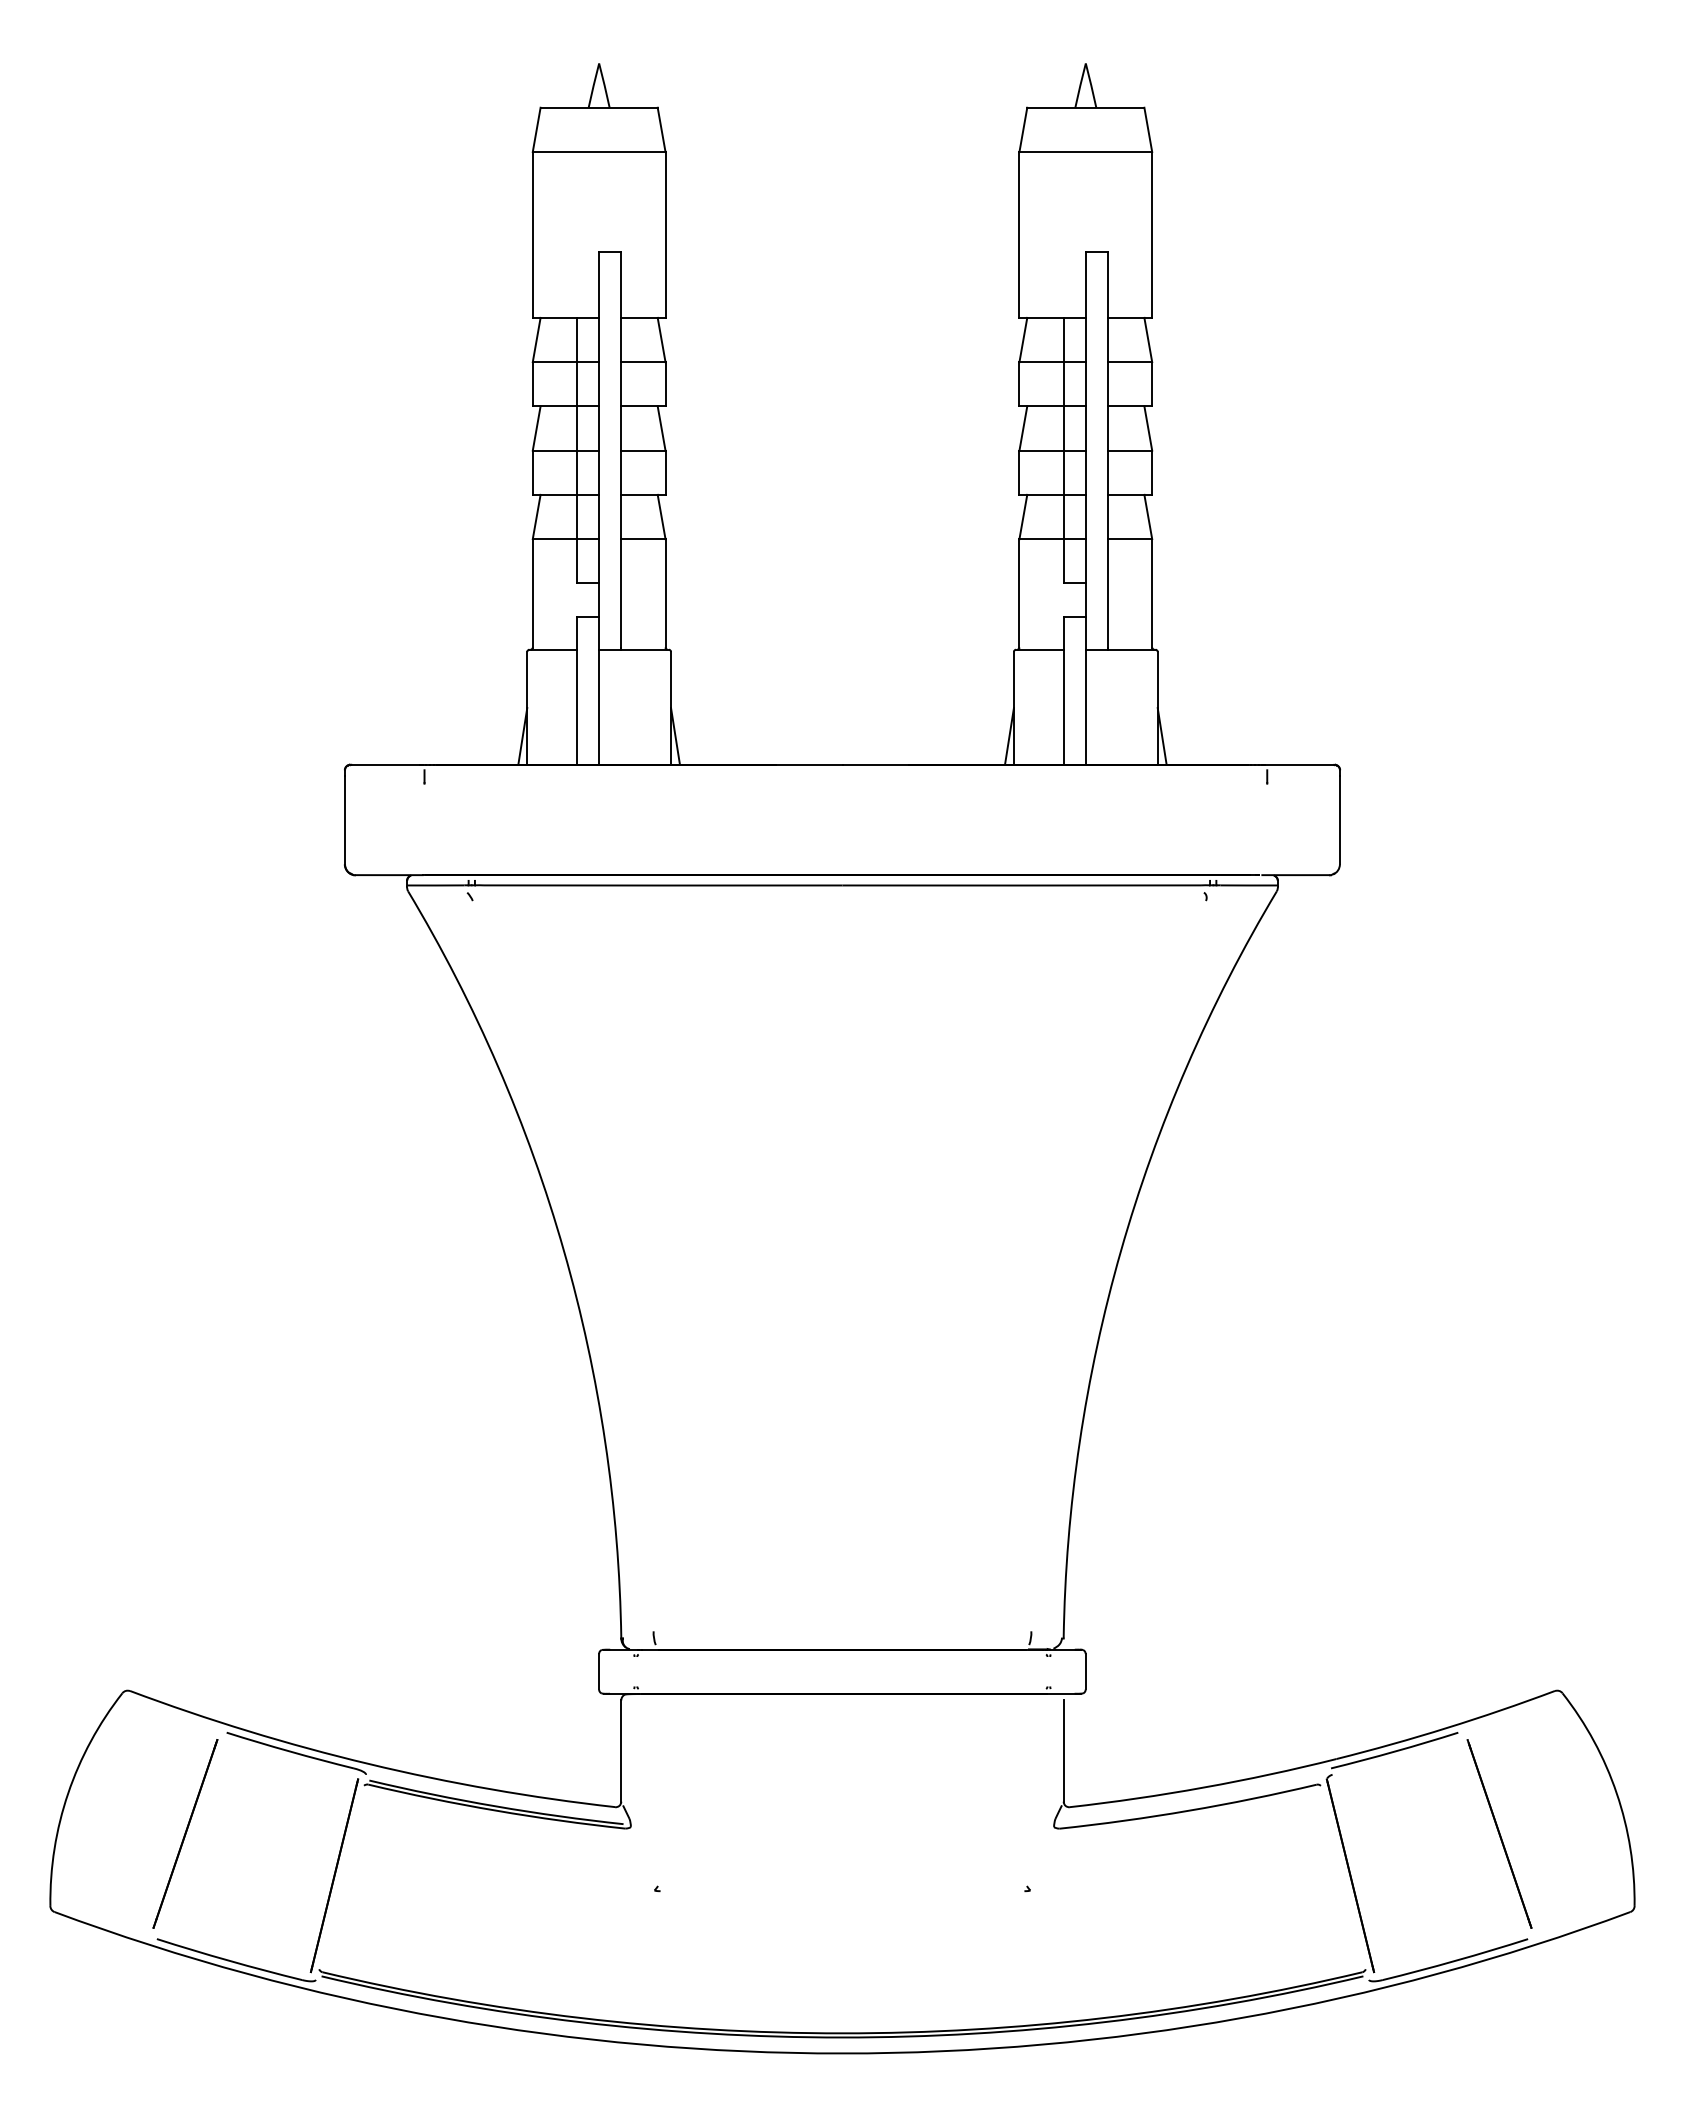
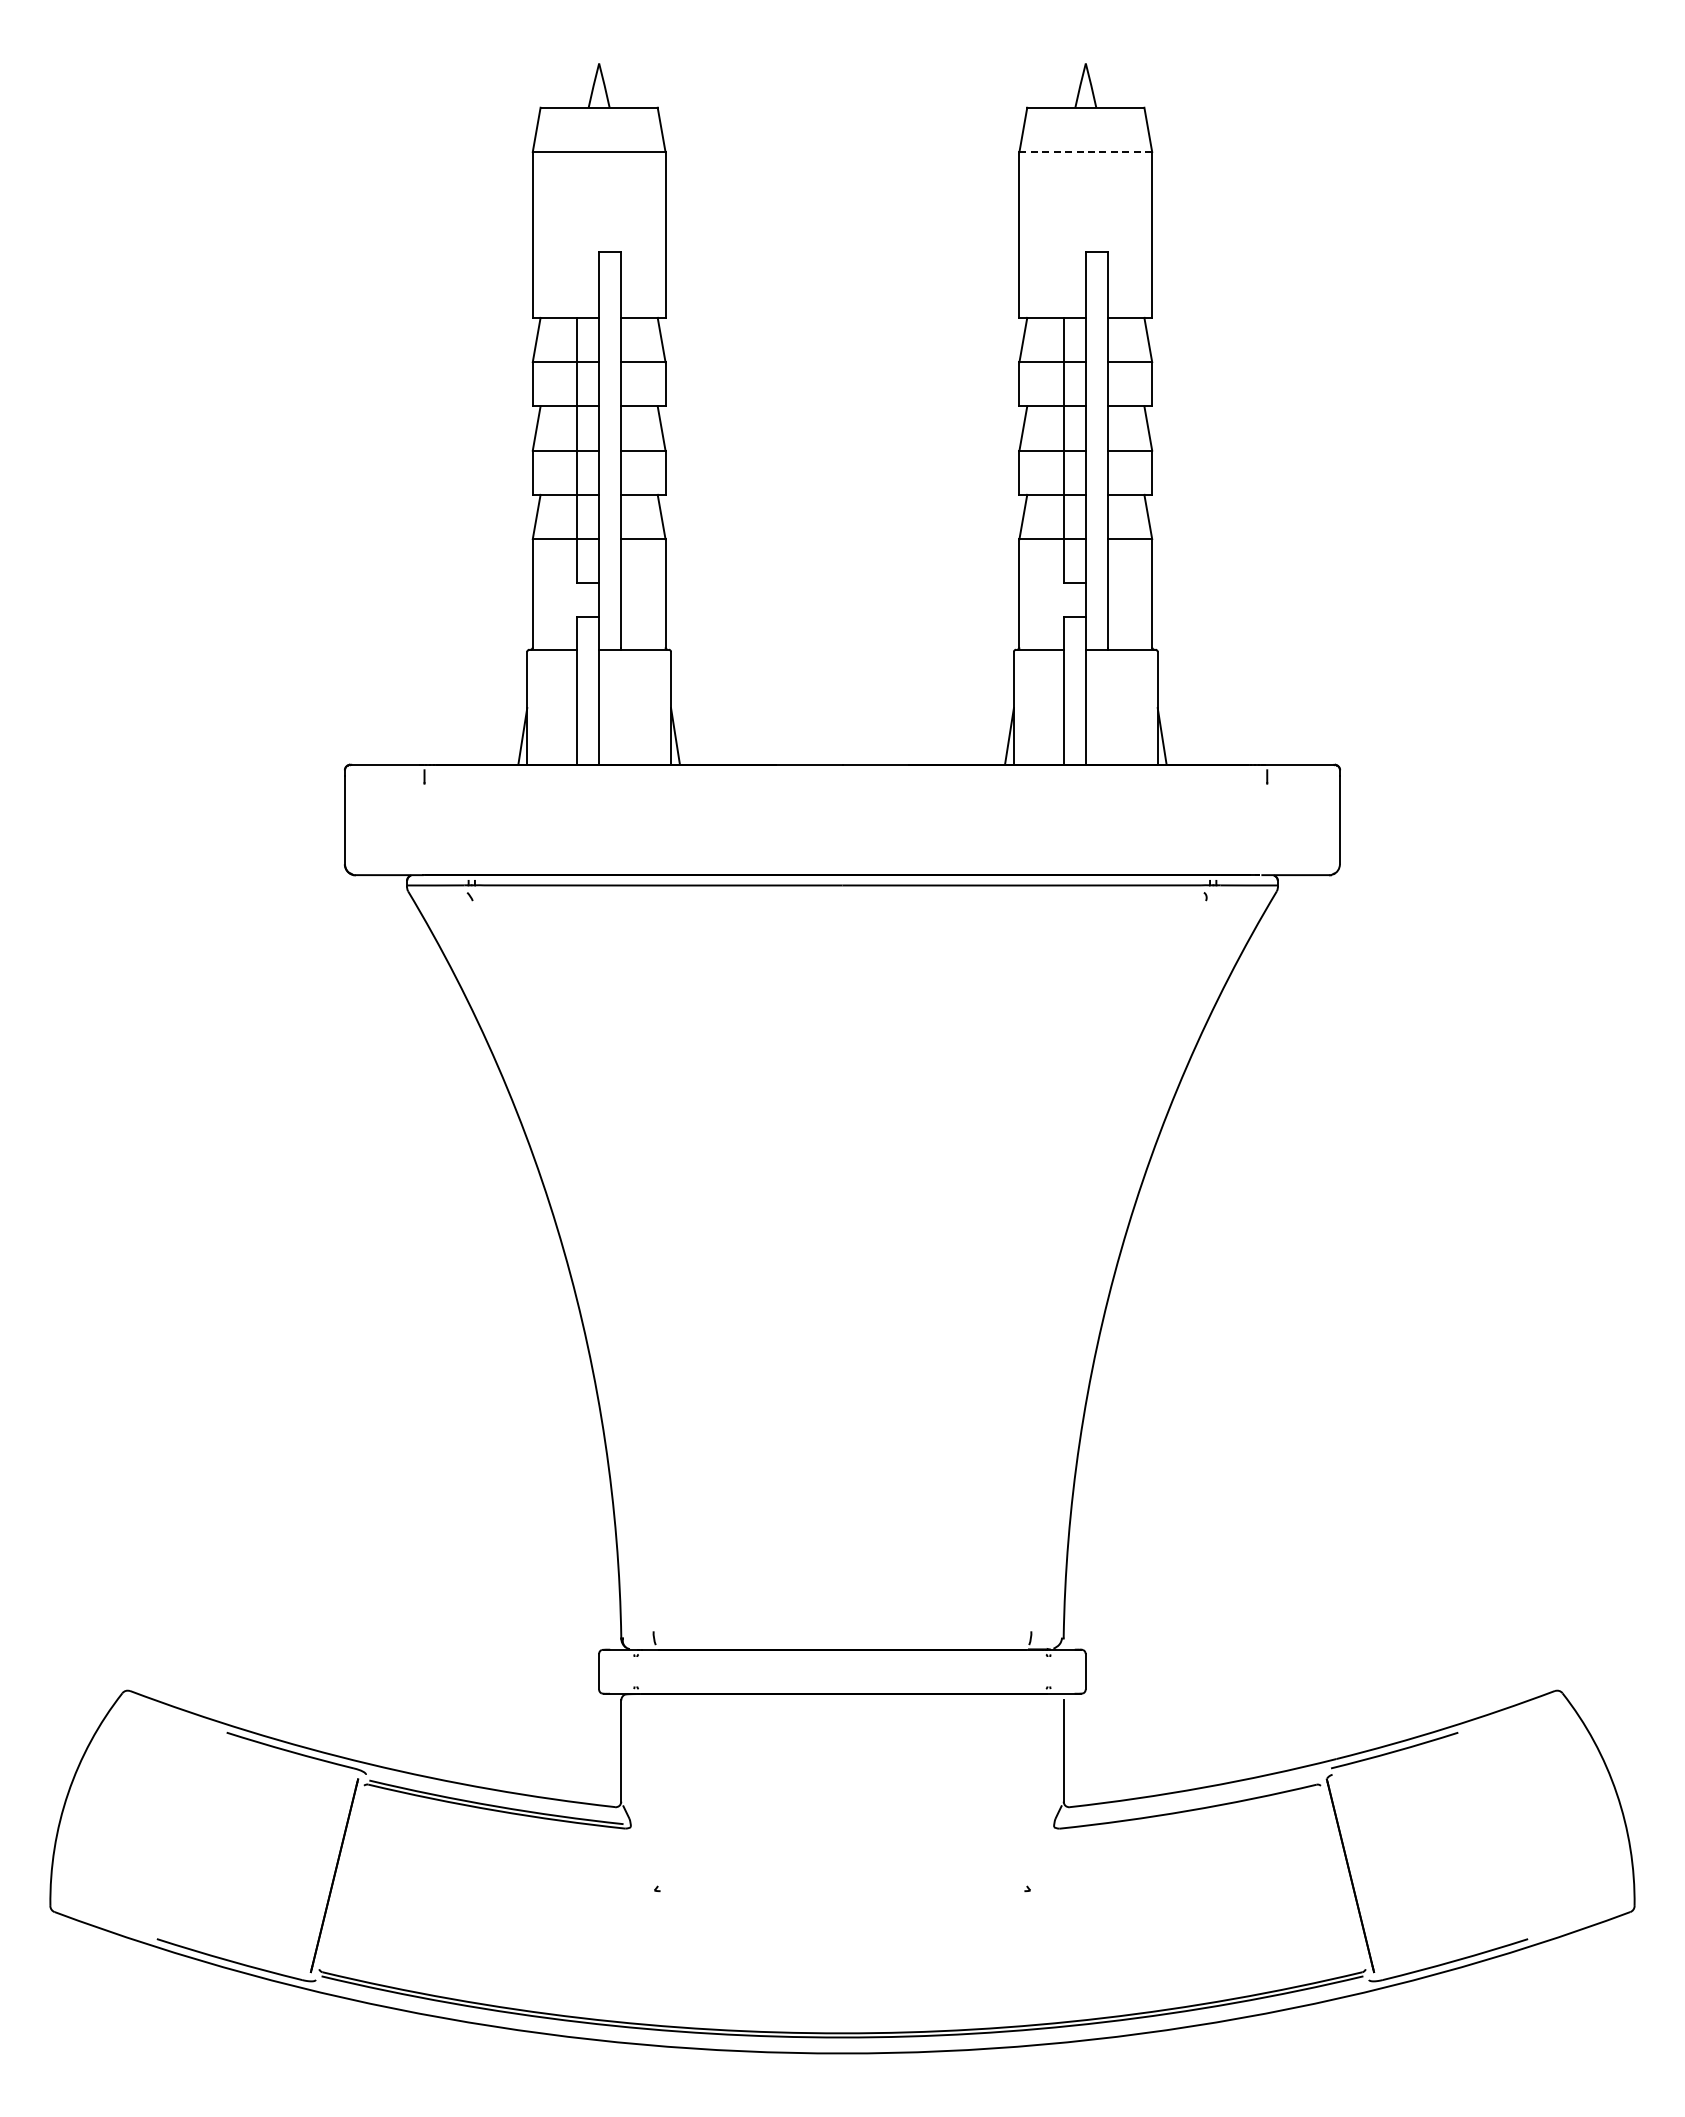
line at (1086, 151): solid -> dashed
line at (185, 1833): present -> none
line at (1499, 1833): present -> none
